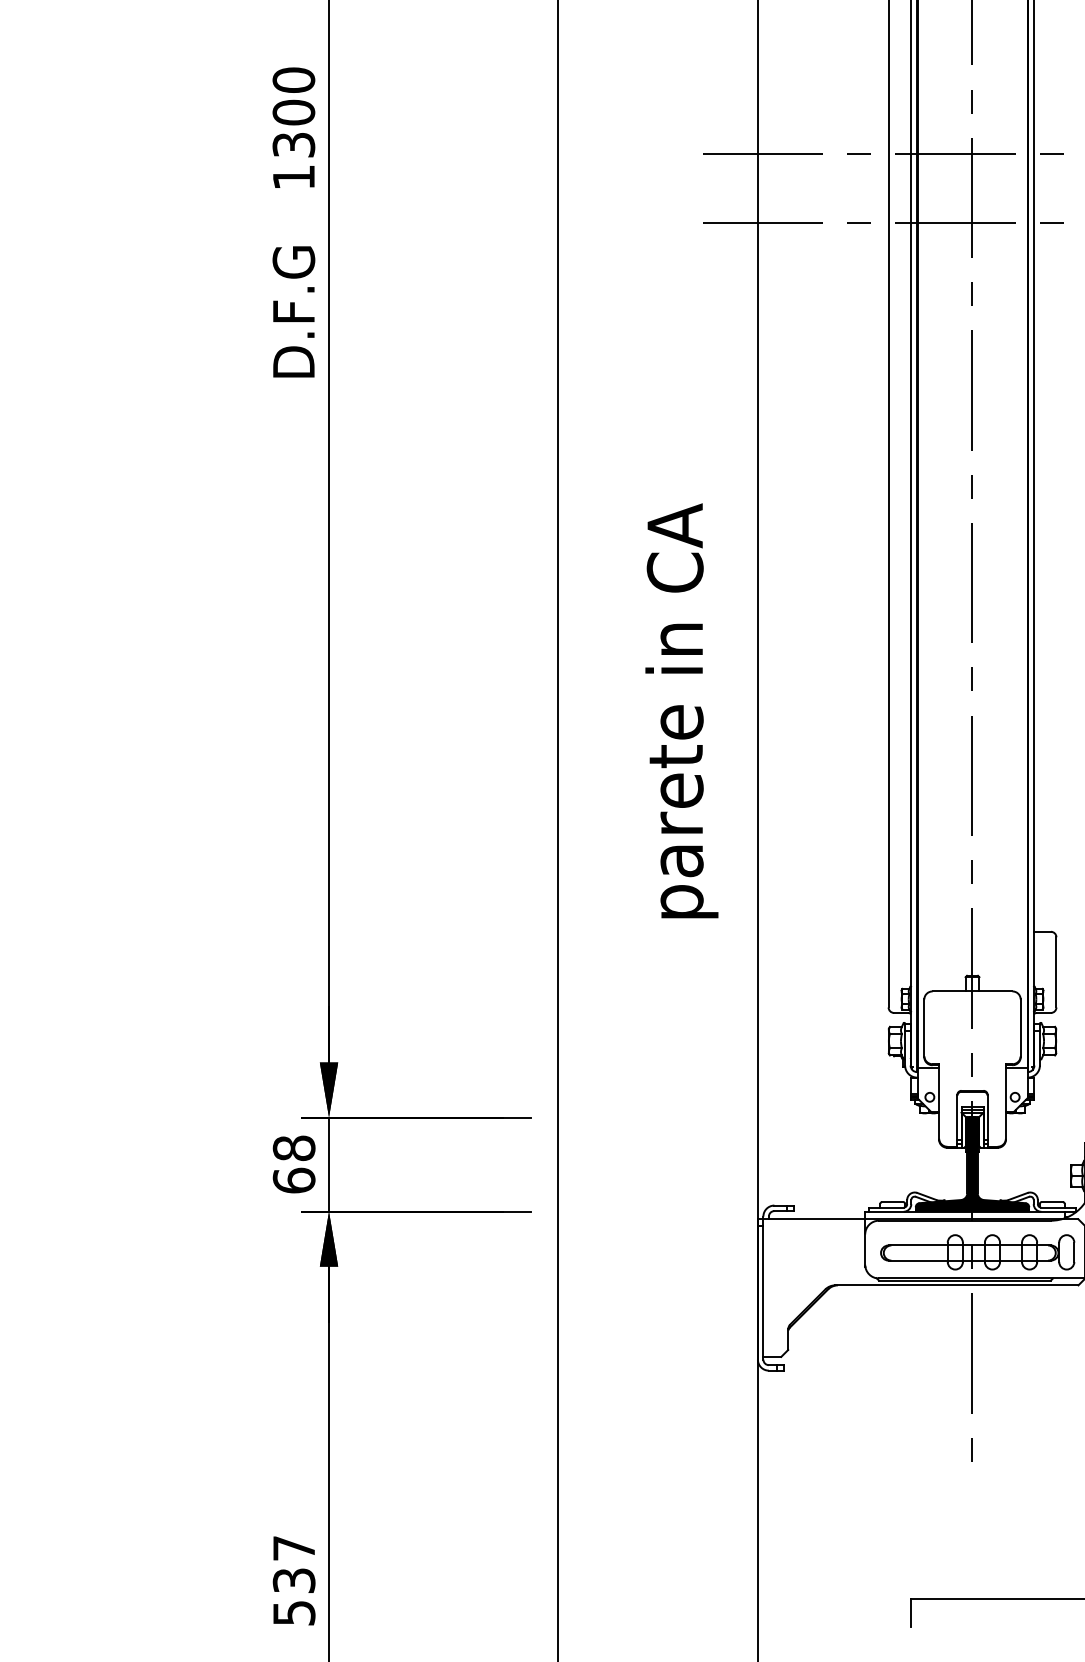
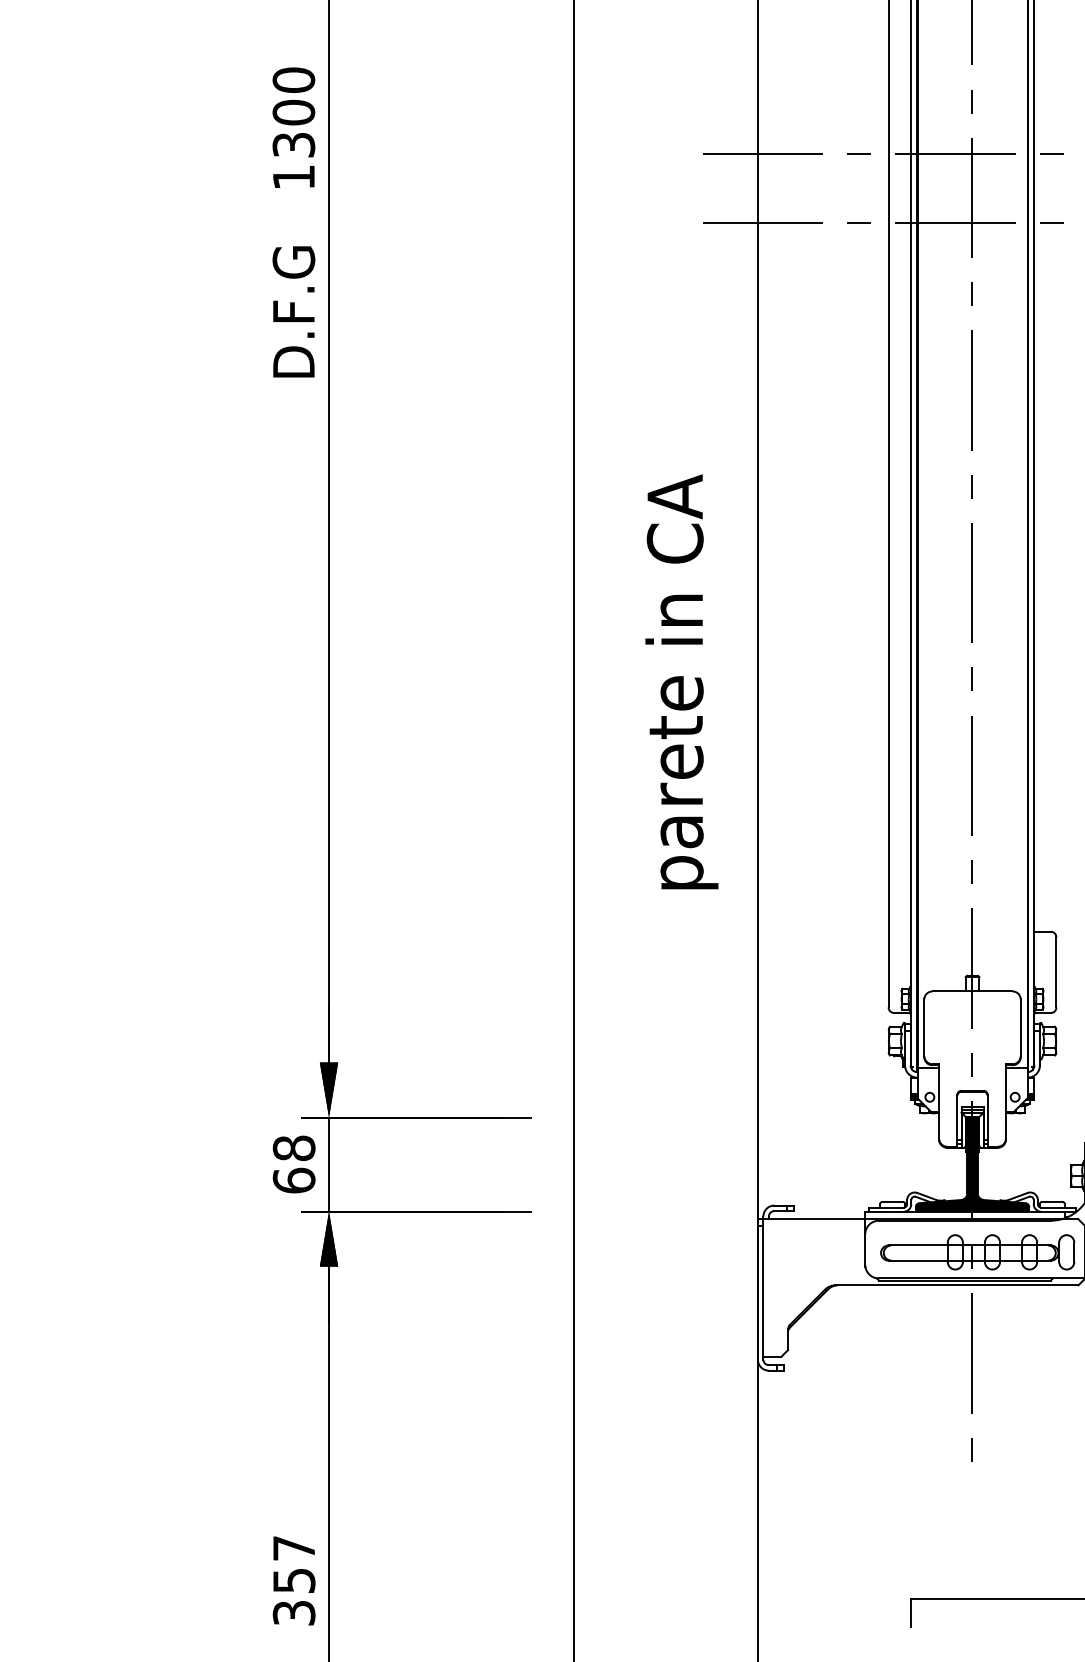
text at (681, 710) position: (681, 710) -> (681, 681)
line at (558, 830) position: (558, 830) -> (574, 830)
text at (293, 1596): 537 -> 357
